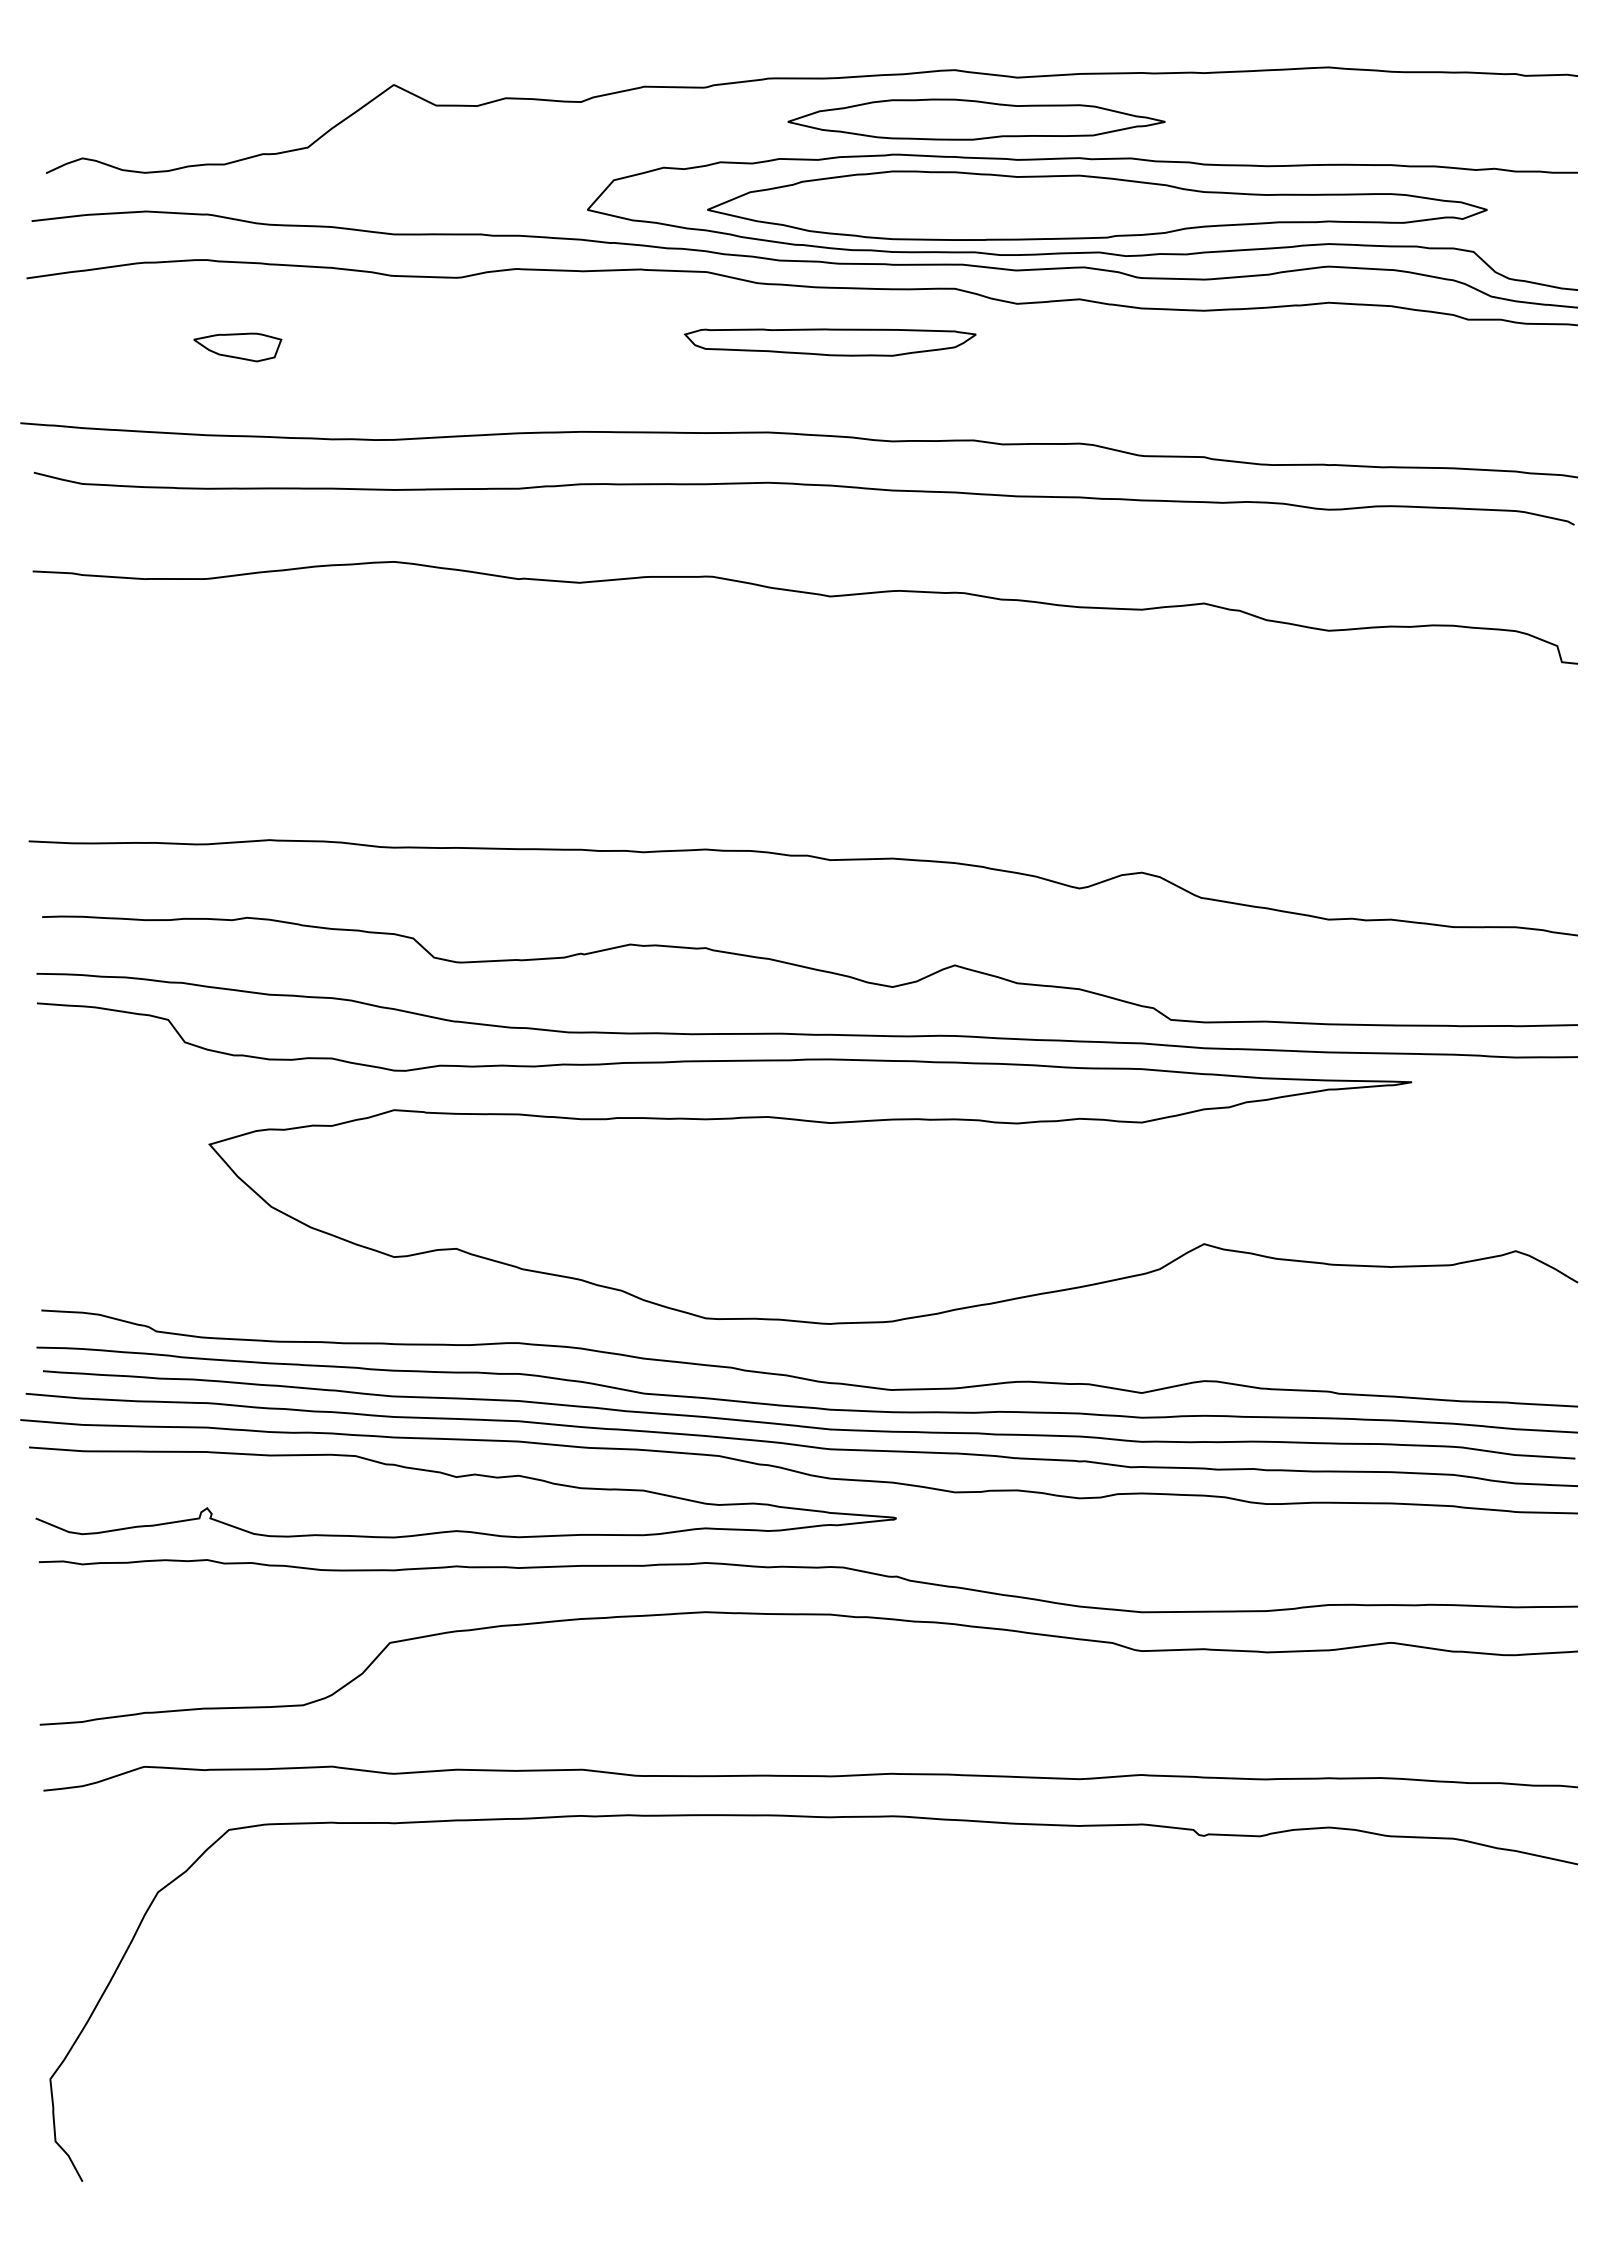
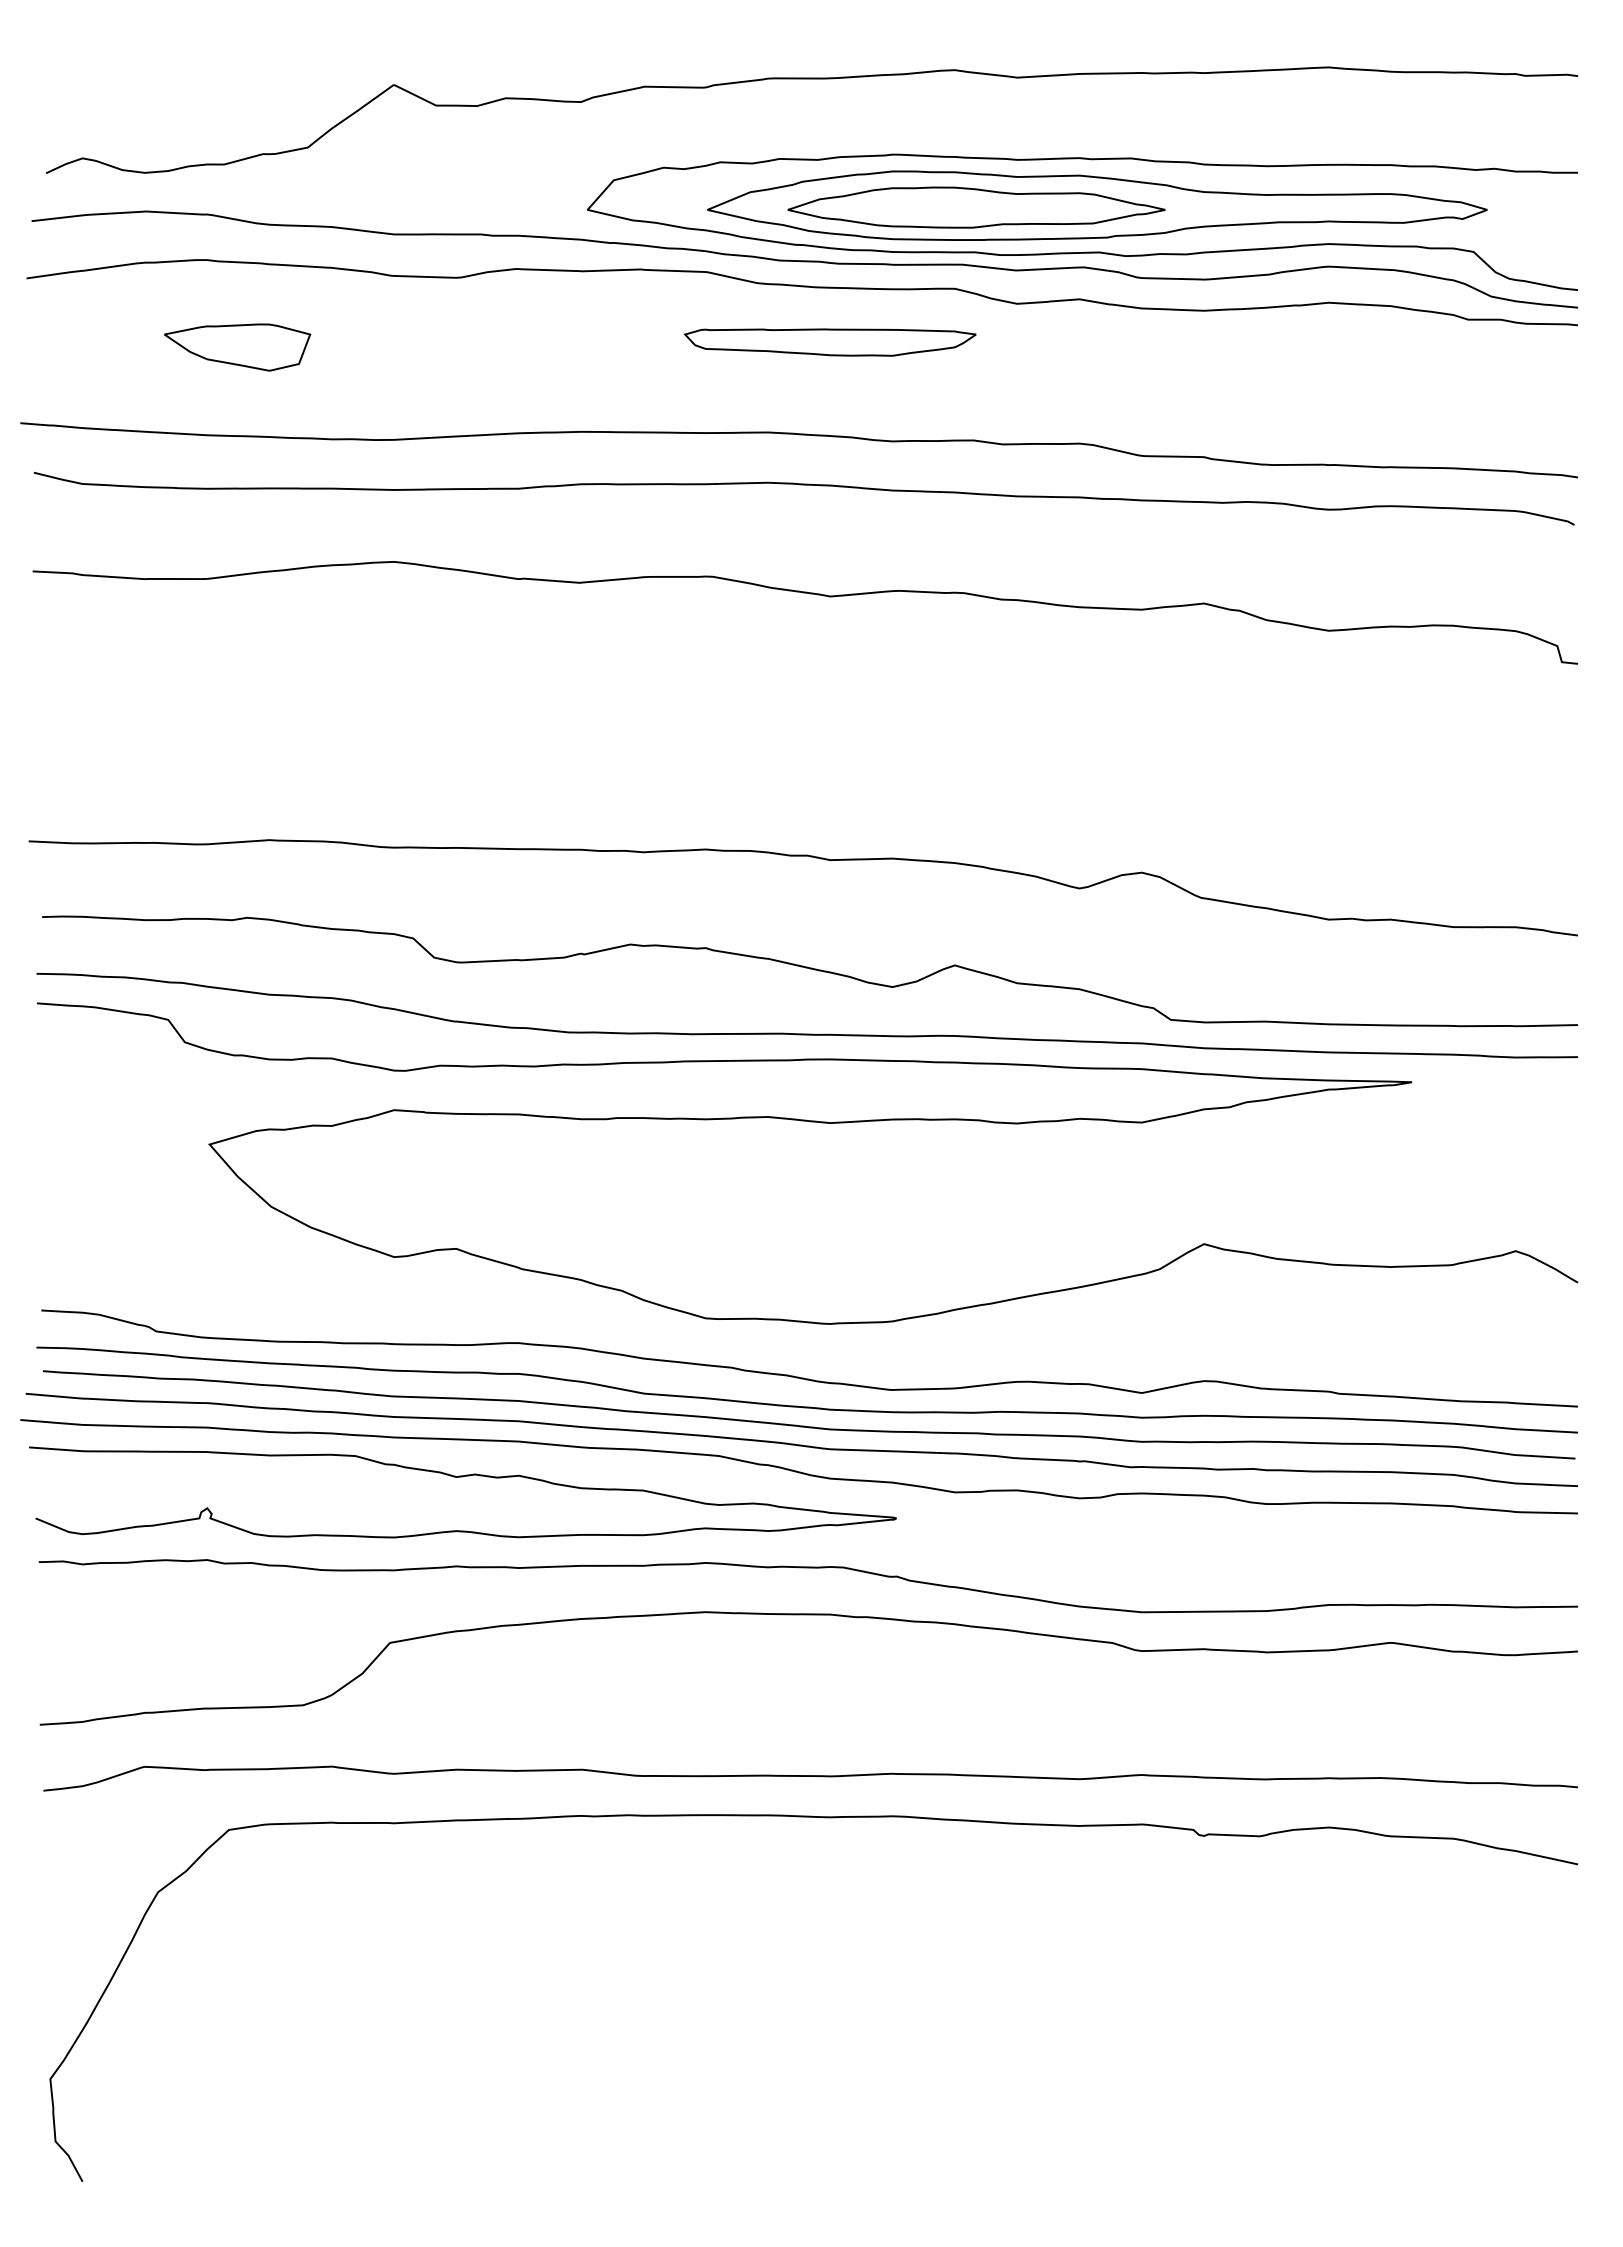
part at (976, 119) position: (976, 119) -> (976, 207)
part at (237, 347) size: 90x31 px -> 148x49 px
